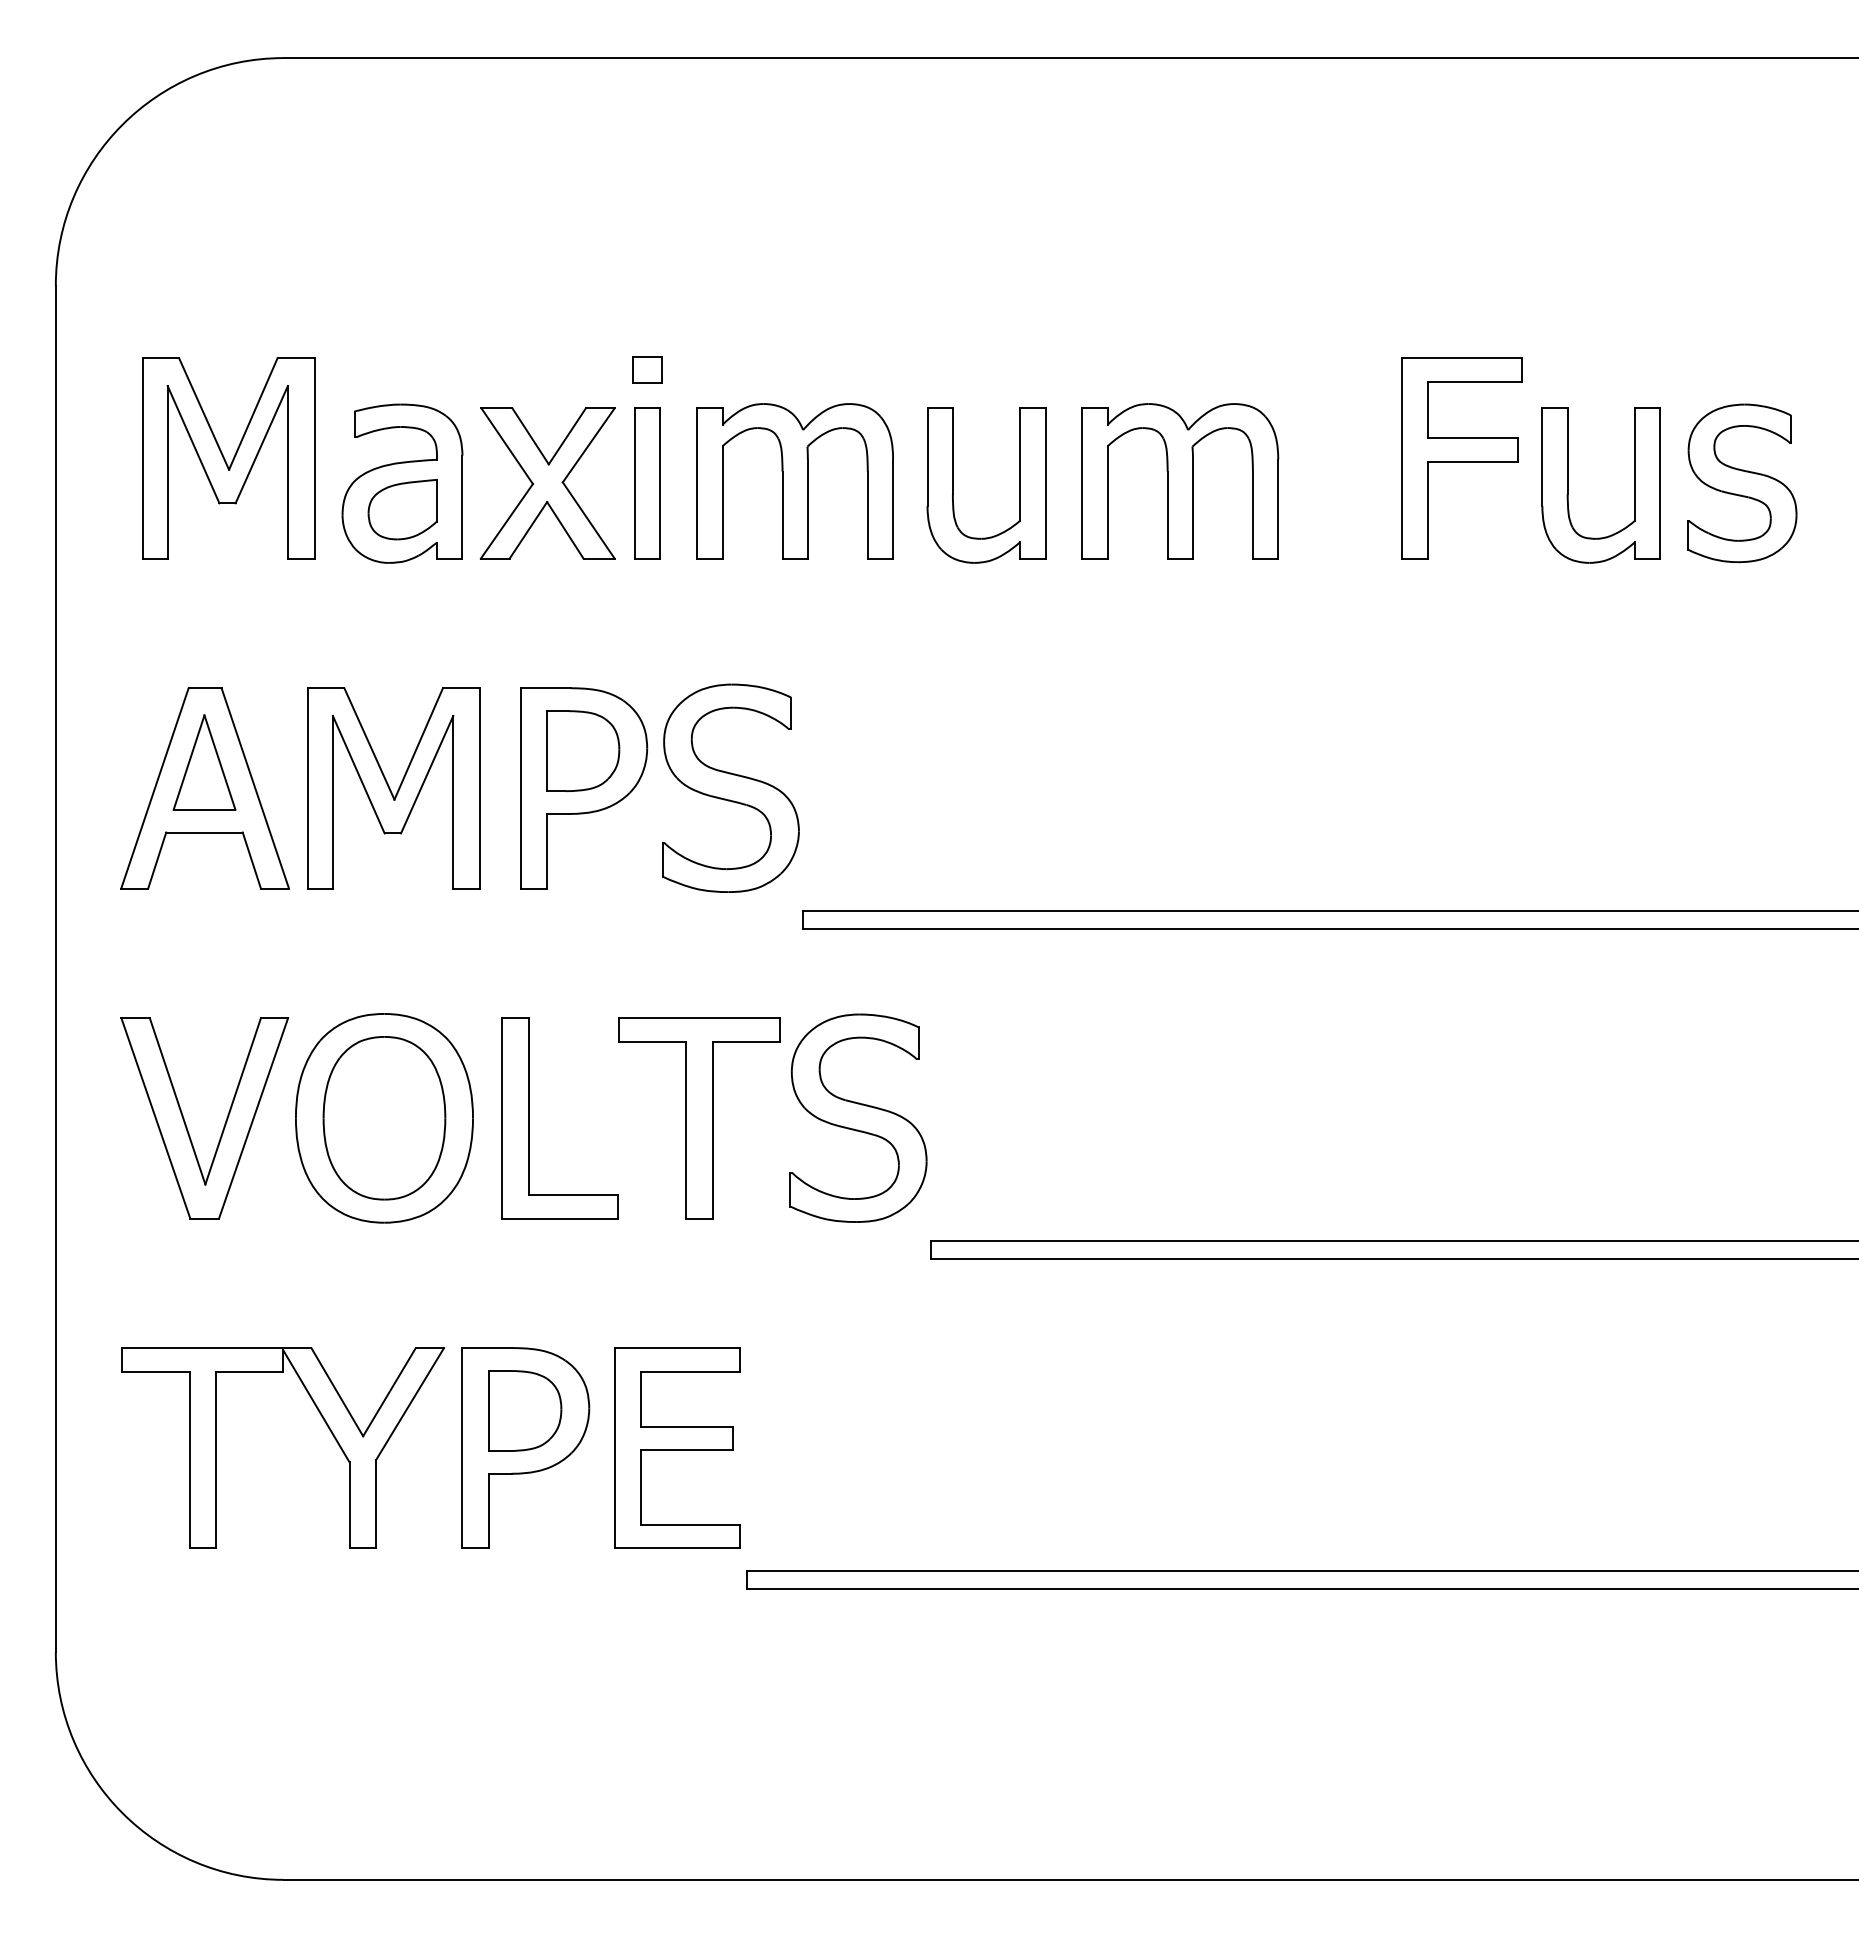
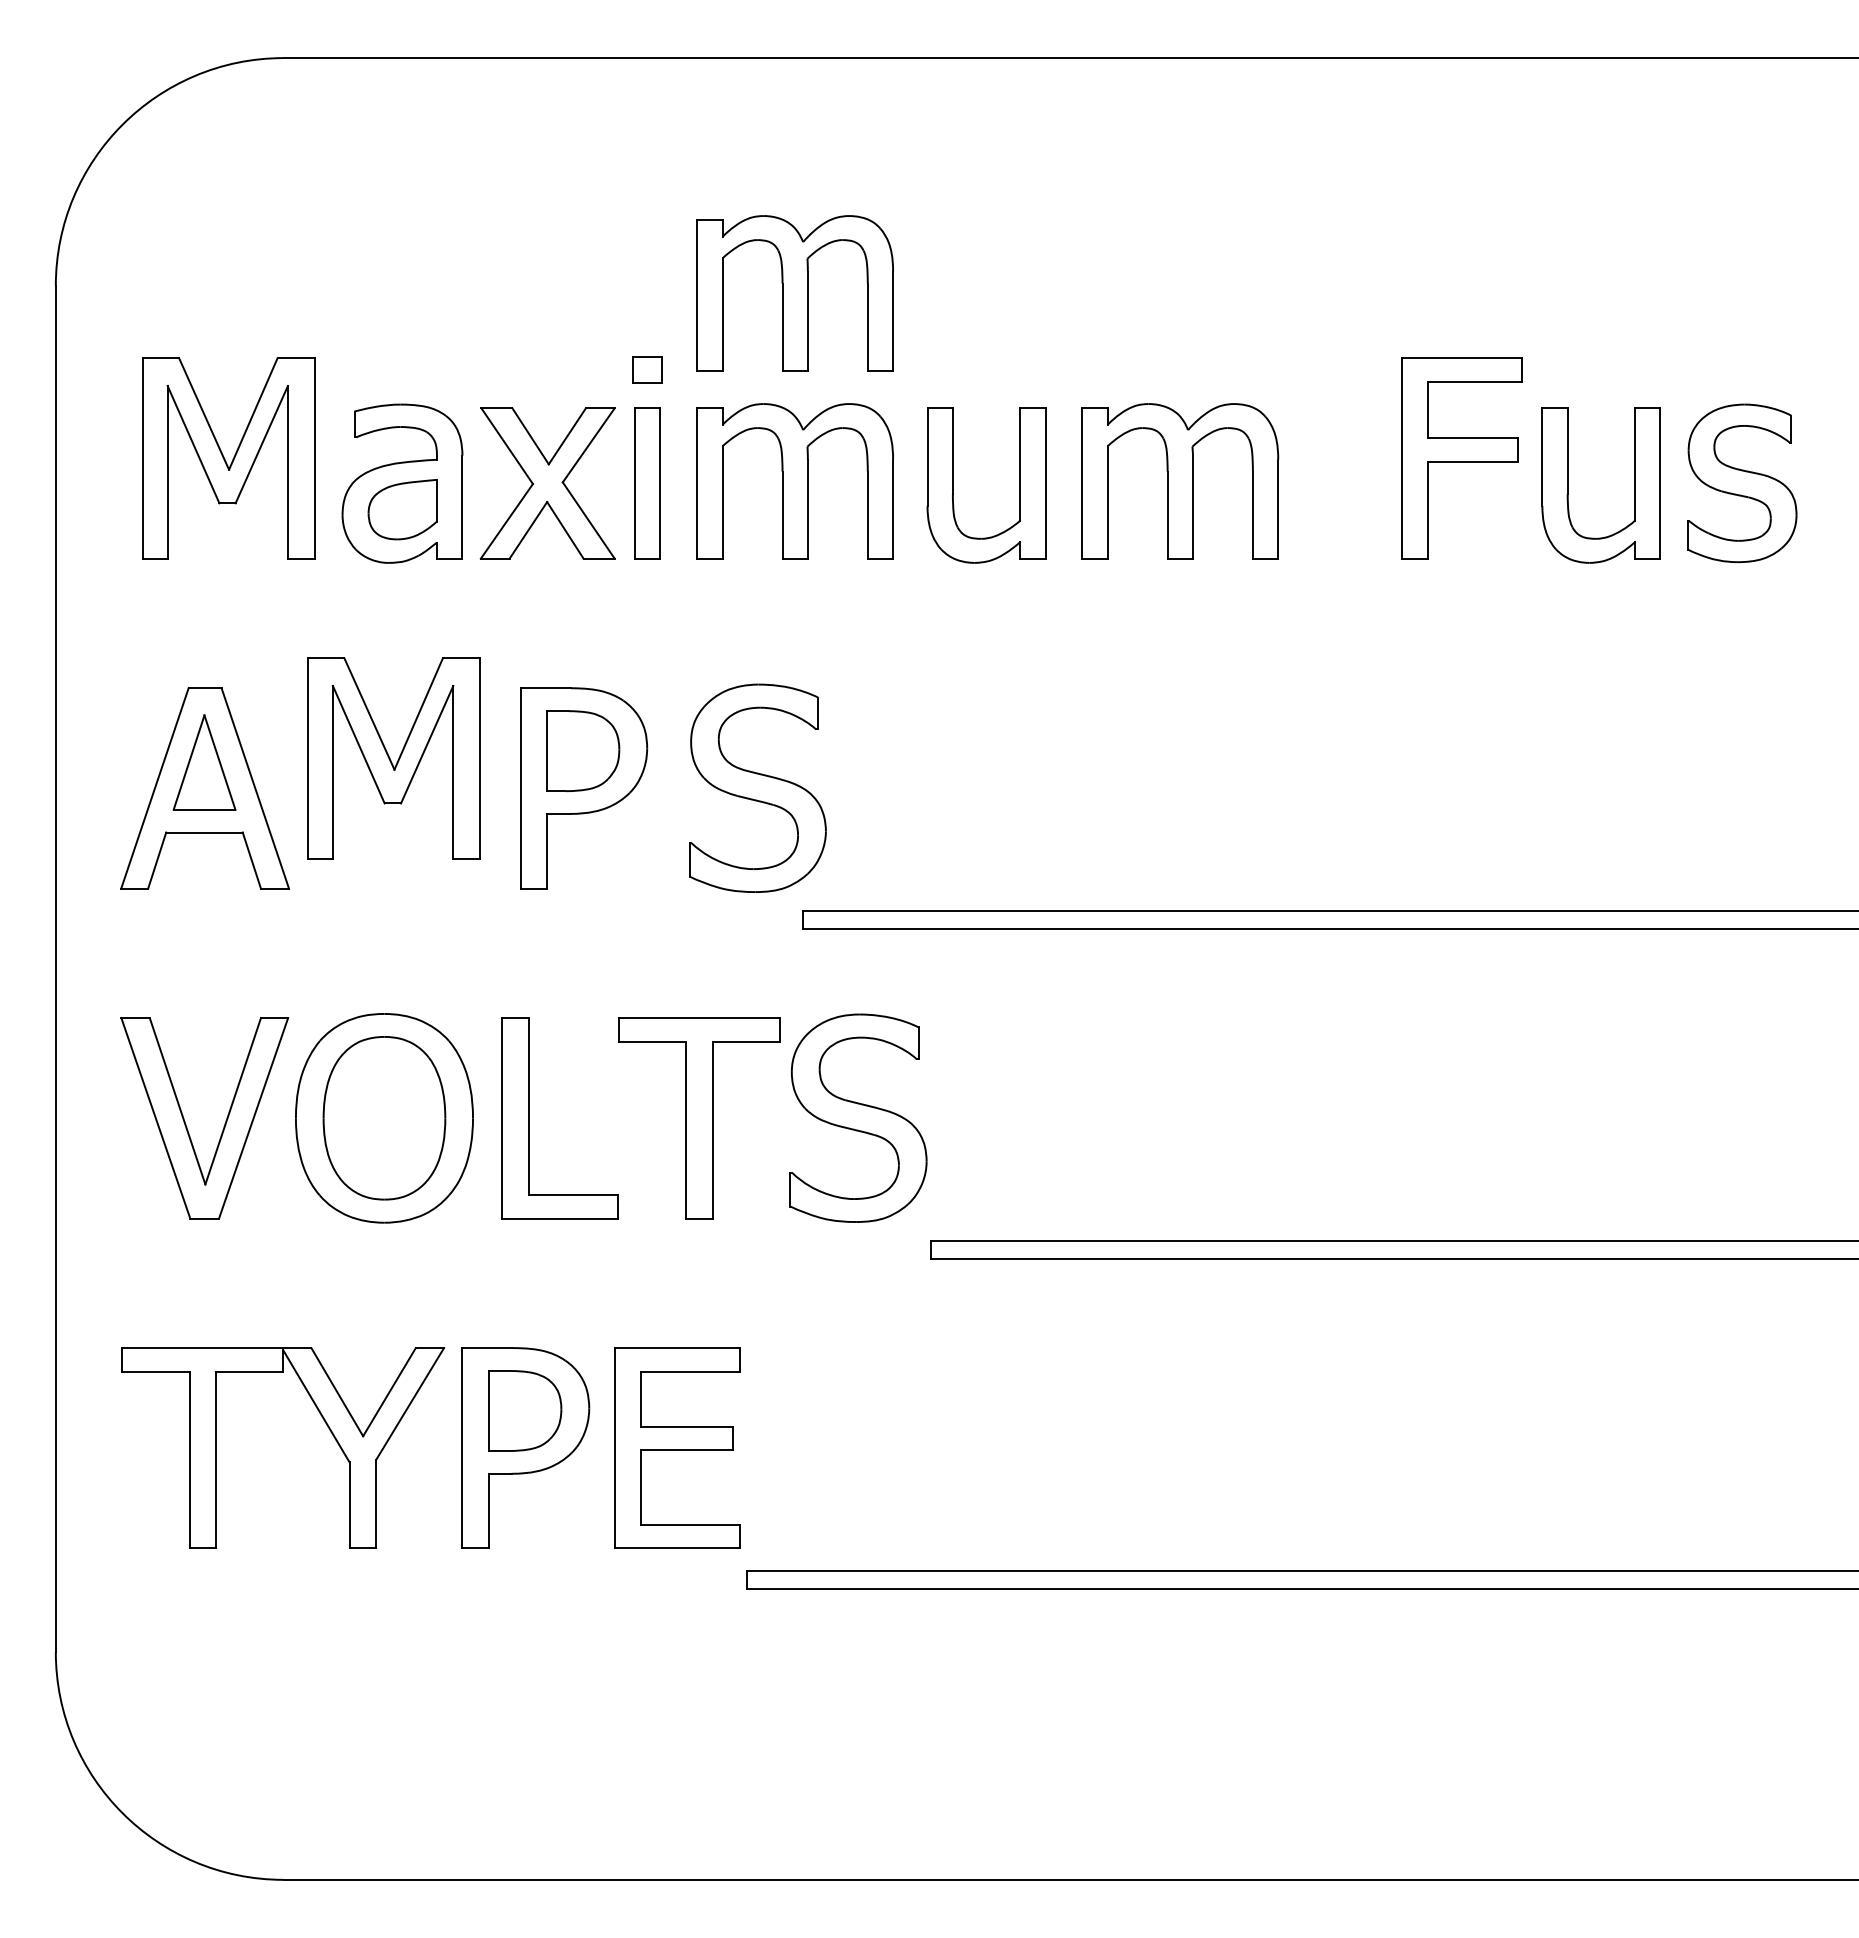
part at (794, 293): none -> present
part at (730, 787) position: (730, 787) -> (757, 787)
part at (393, 788) position: (393, 788) -> (393, 758)
